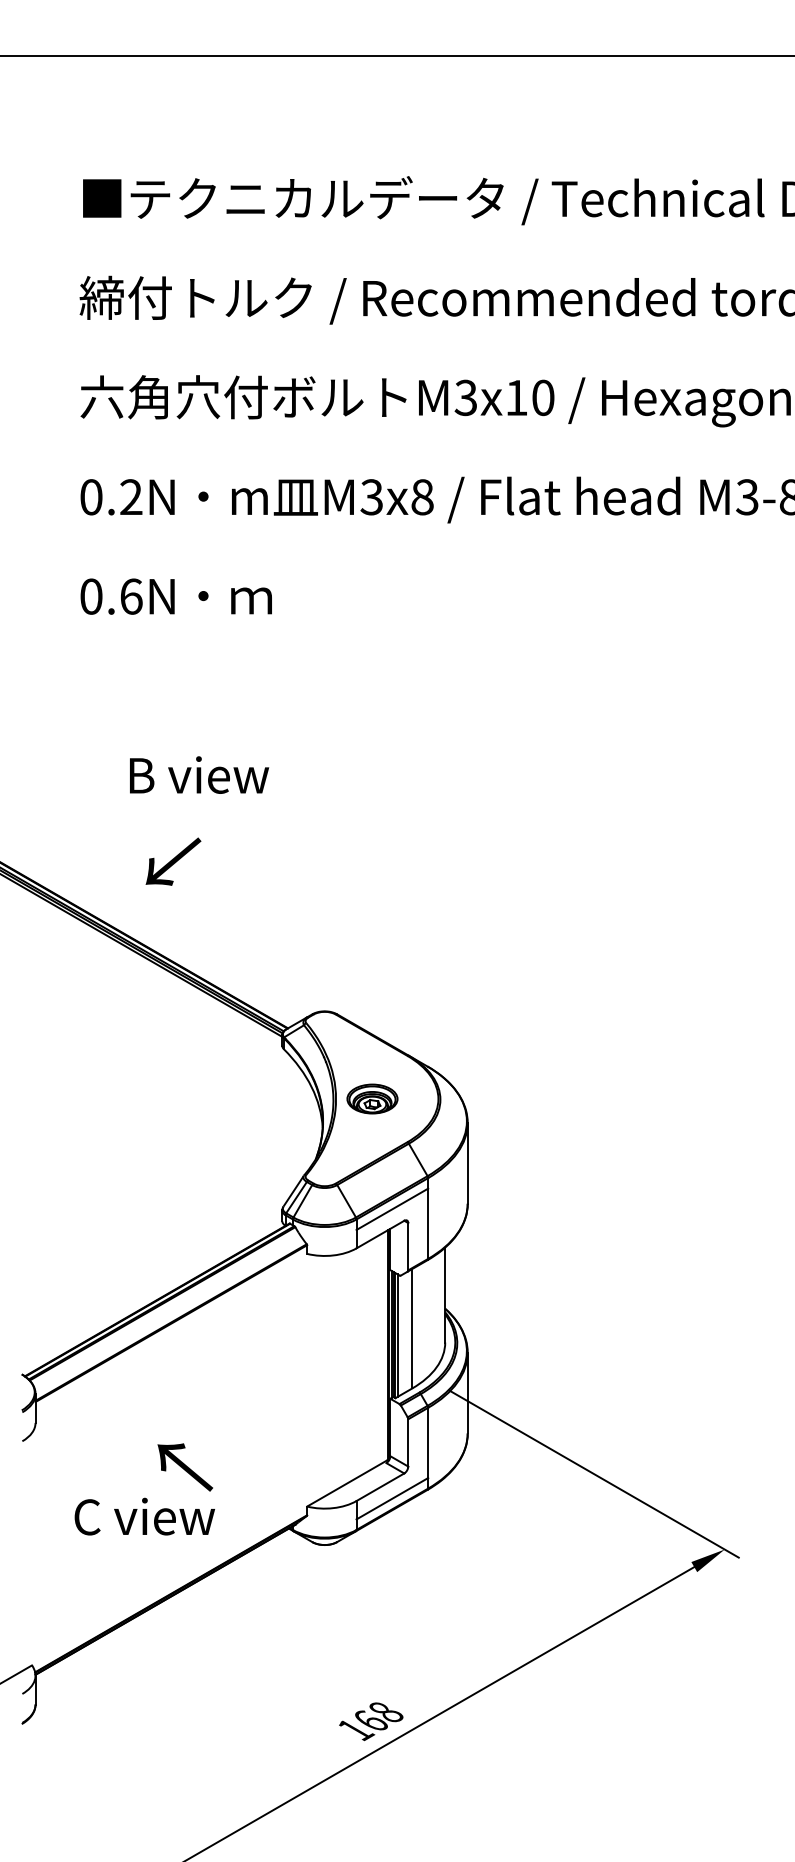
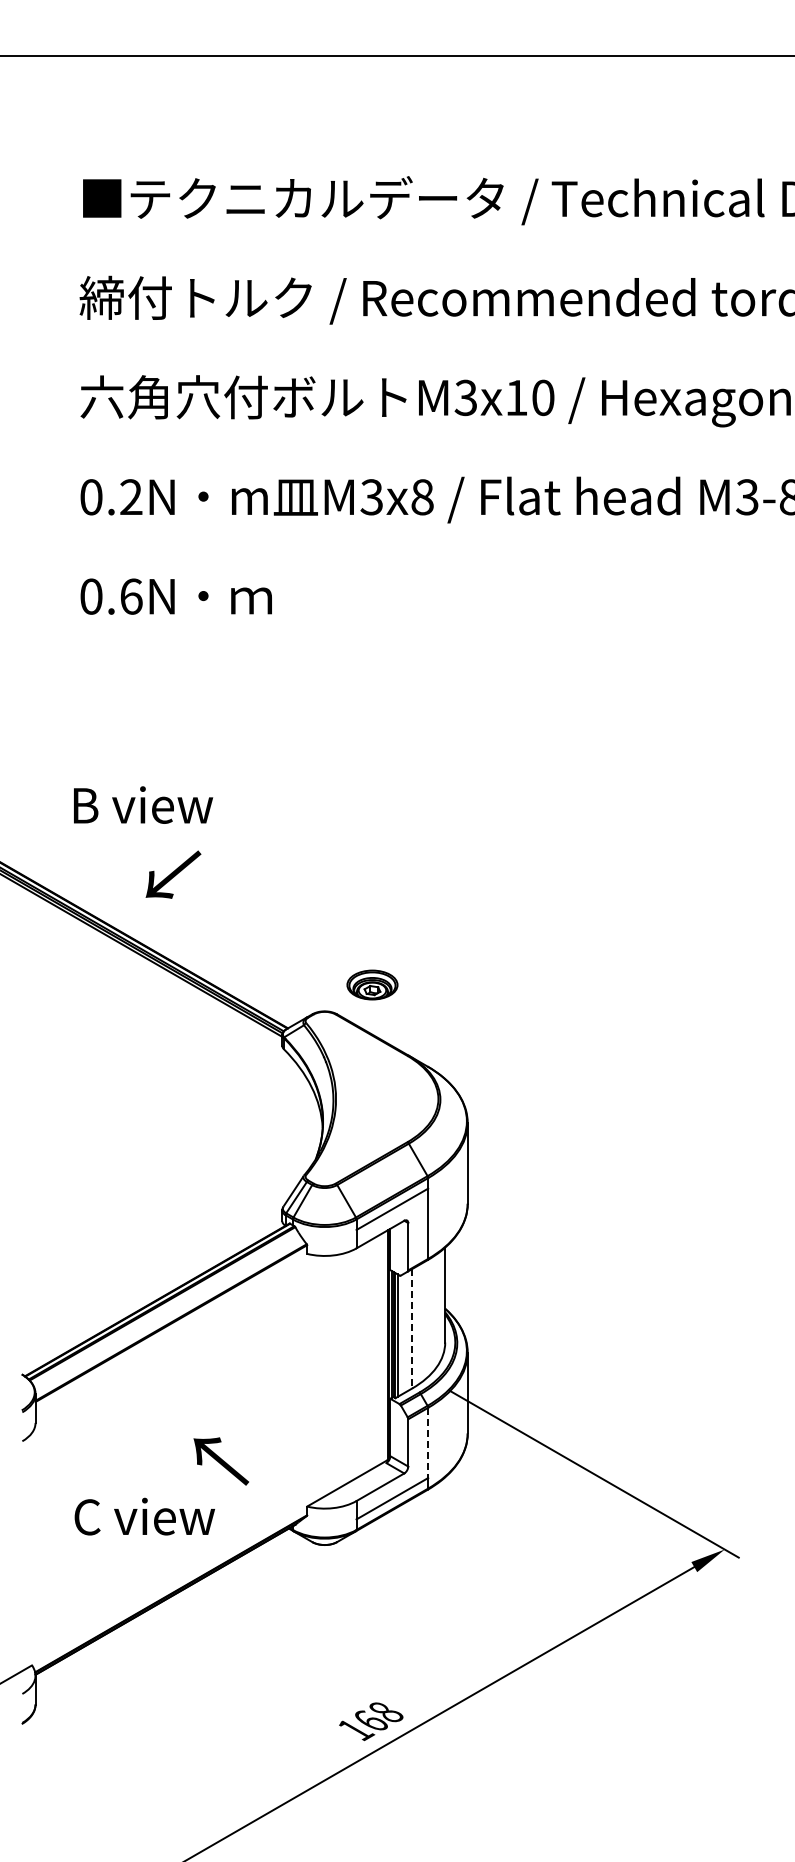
text at (199, 774) position: (199, 774) -> (143, 804)
text at (173, 861) position: (173, 861) -> (173, 874)
part at (372, 1098) position: (372, 1098) -> (372, 984)
line at (412, 1328): solid -> dashed
line at (428, 1443): solid -> dashed
text at (184, 1467) position: (184, 1467) -> (220, 1461)
